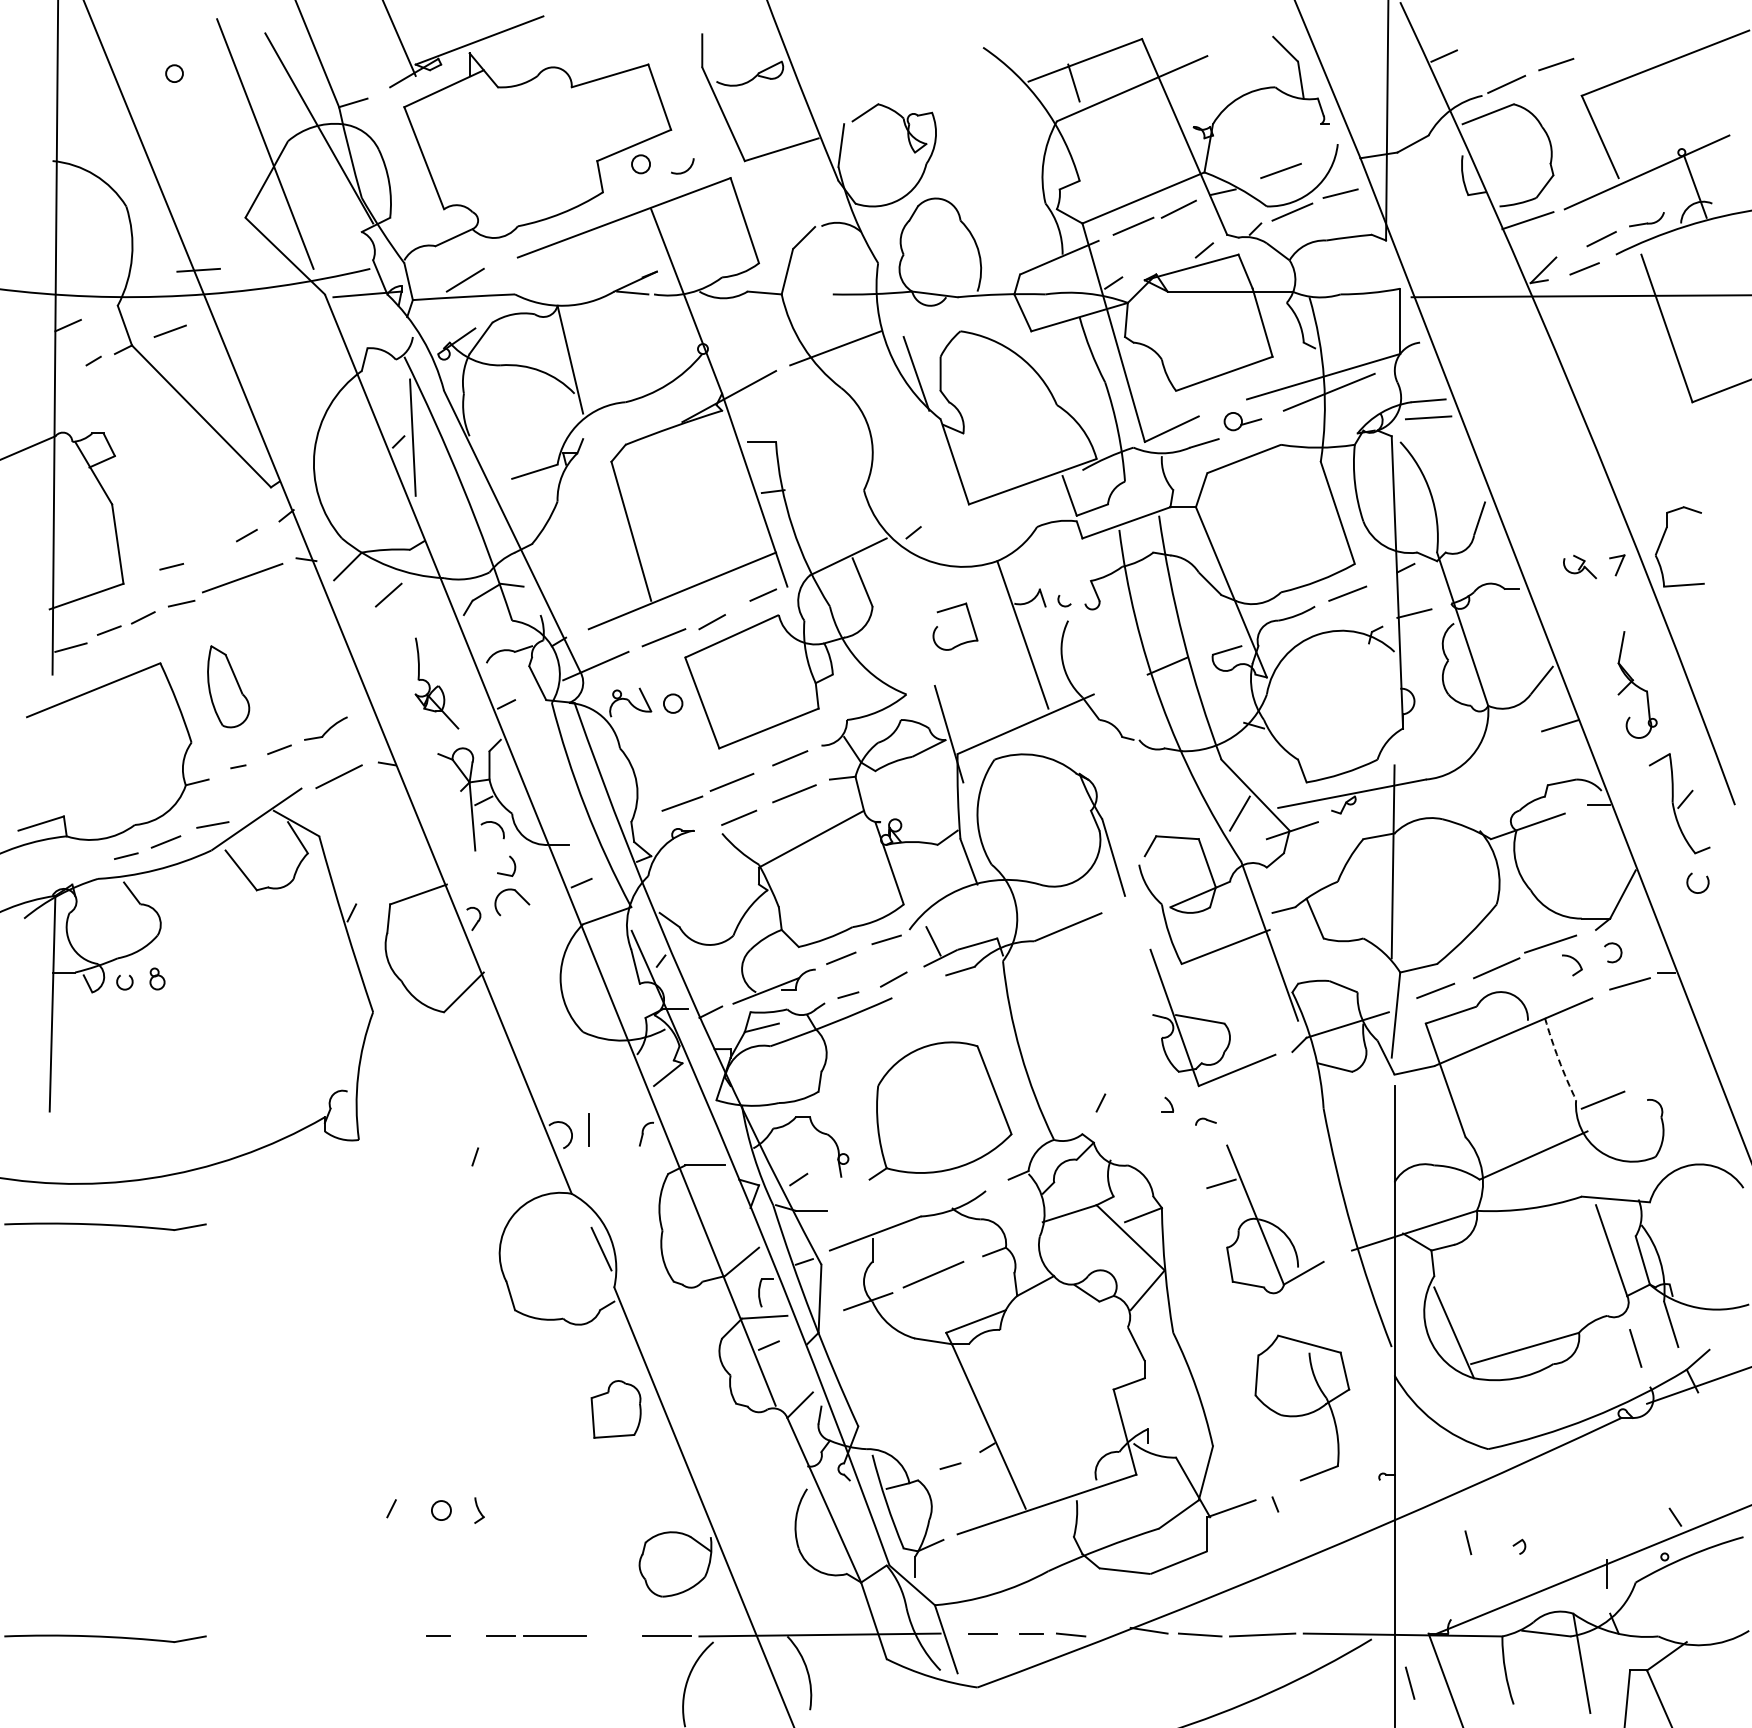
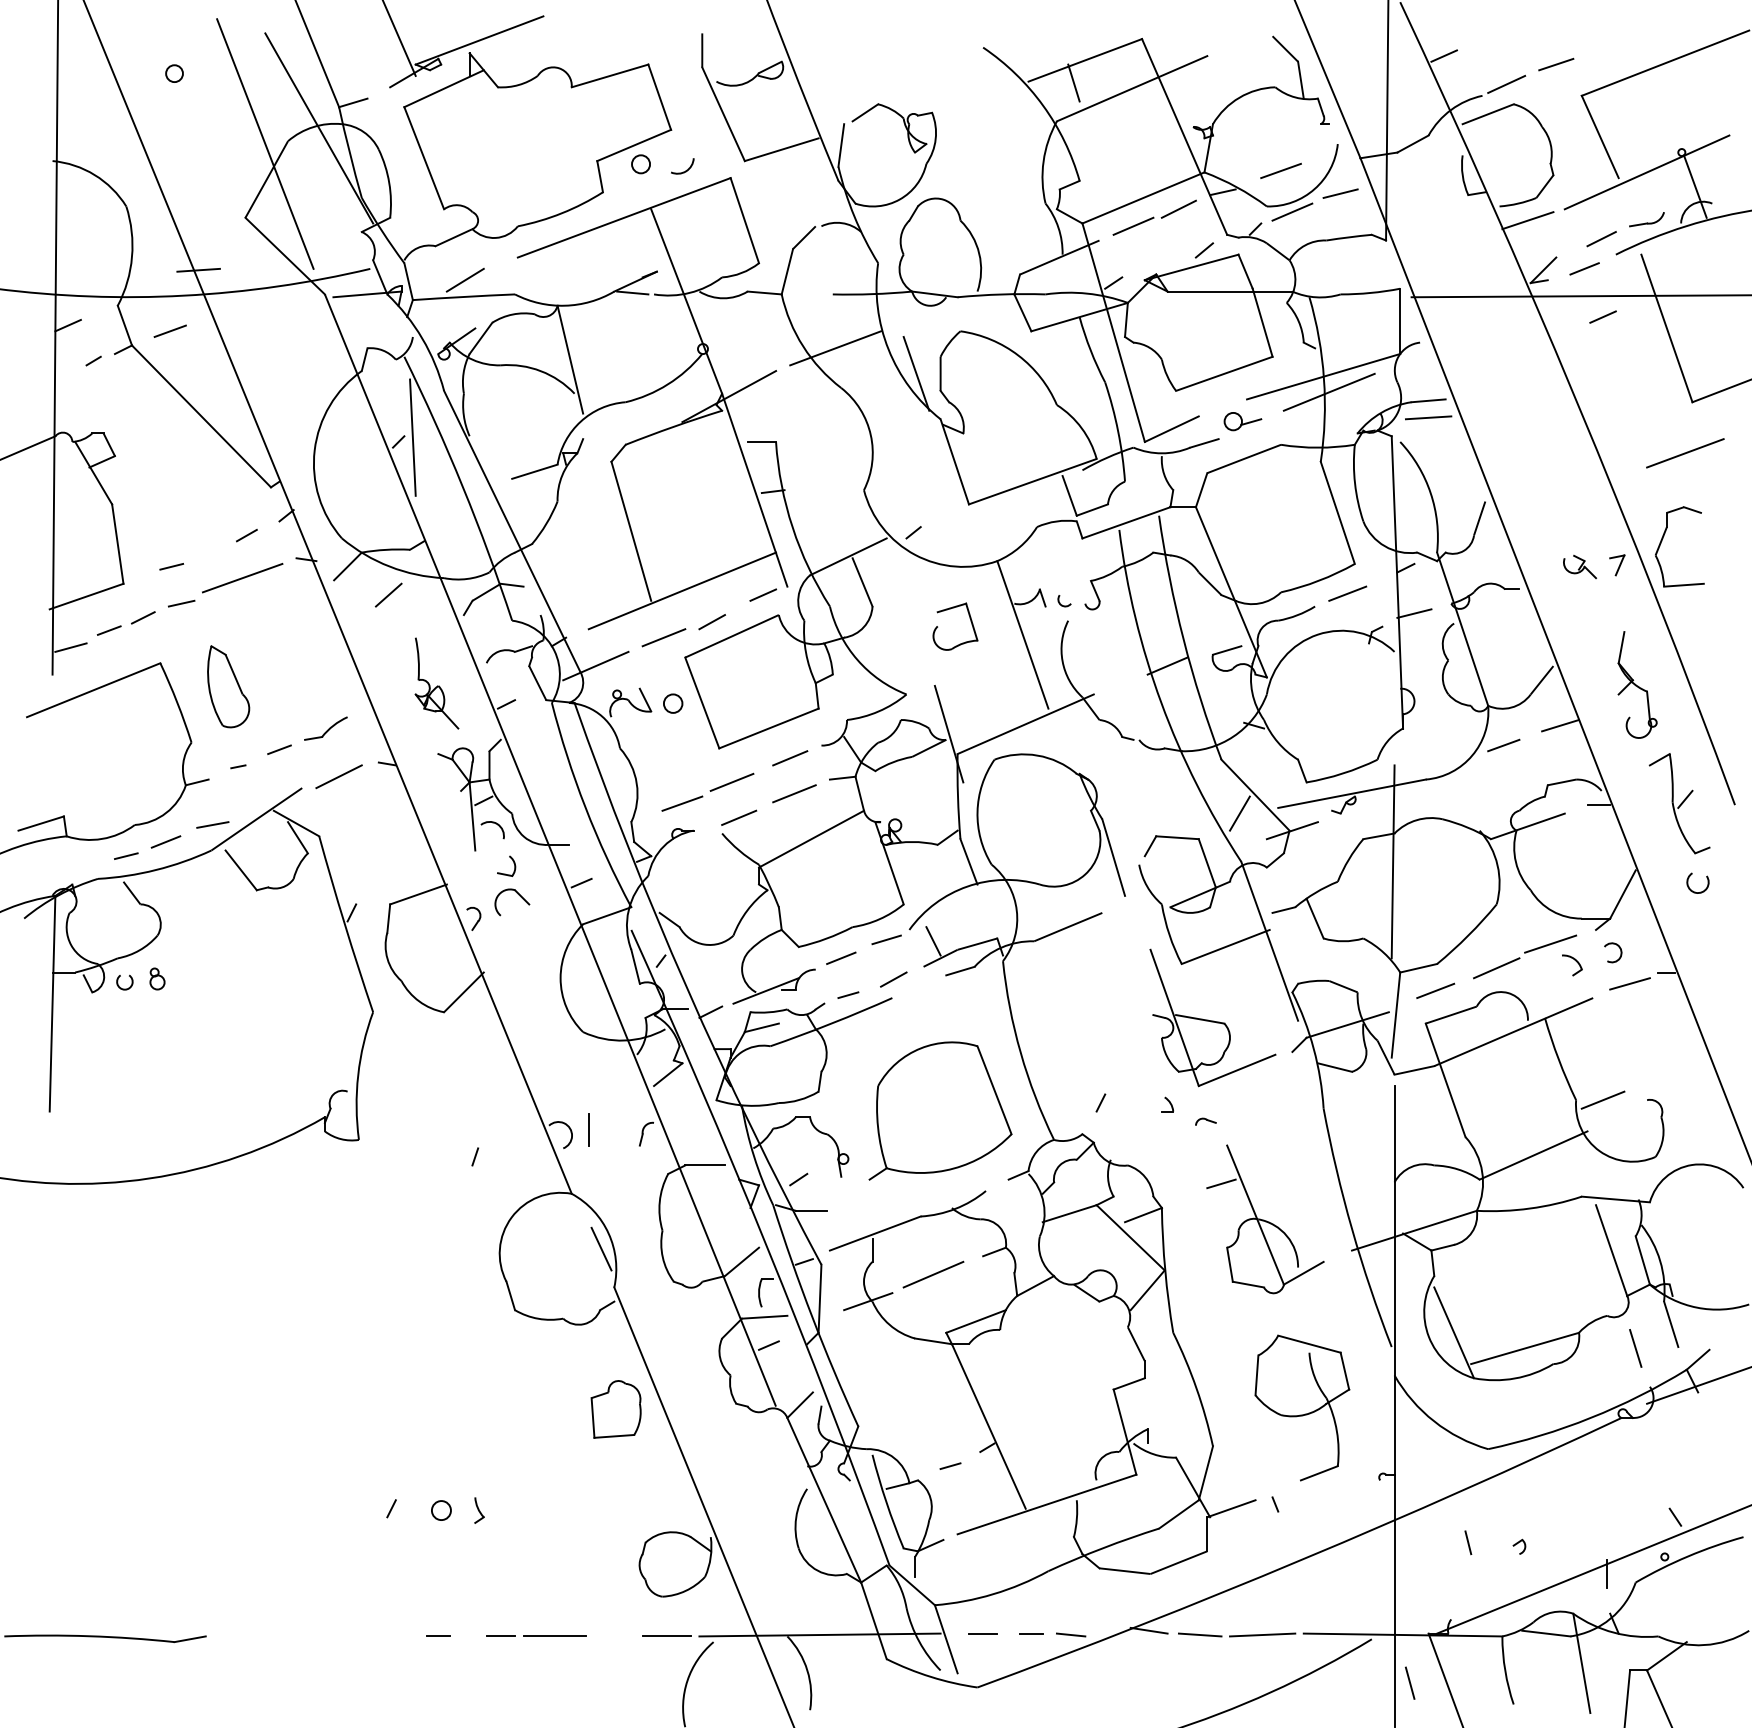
line at (1602, 316): none -> present
line at (1685, 453): none -> present
line at (1503, 745): none -> present
arc at (1558, 1059): dashed -> solid
part at (105, 1226): present -> none
